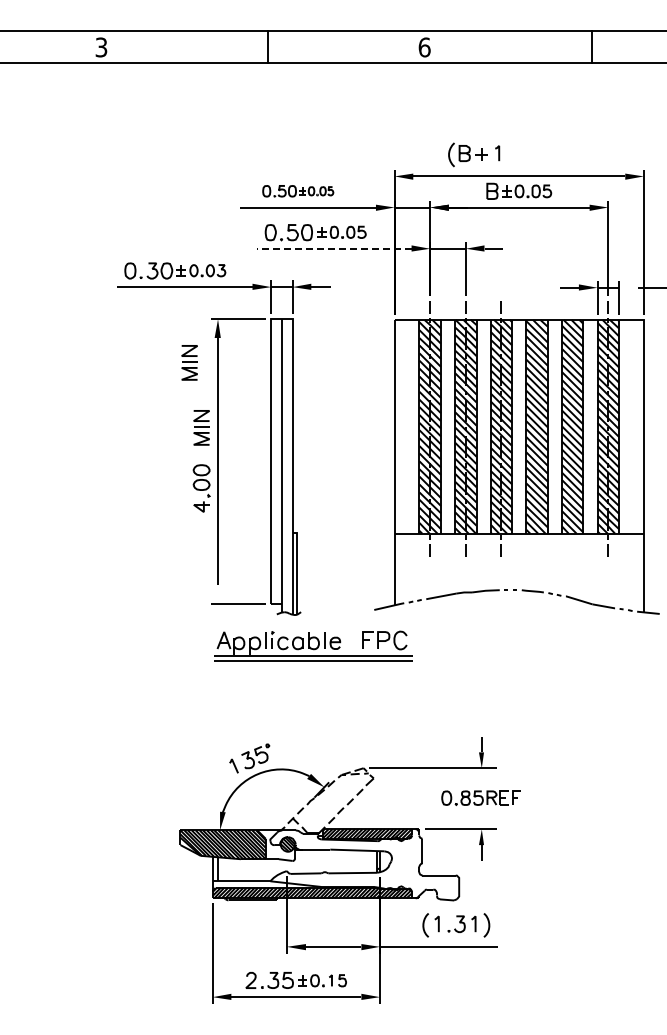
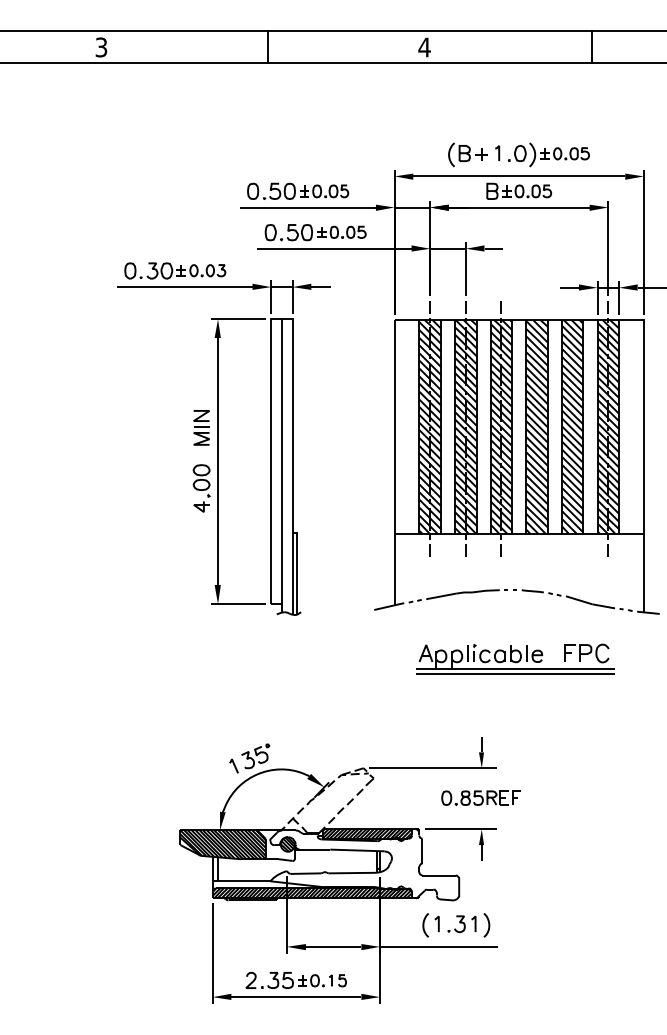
text at (424, 47): 6 -> 4
part at (548, 154): none -> present
part at (298, 191) size: 73x13 px -> 103x18 px
line at (333, 248): dashed -> solid
fill at (628, 287): none -> present
part at (189, 362): present -> none
fill at (217, 594): none -> present
part at (313, 645) position: (313, 645) -> (515, 658)
